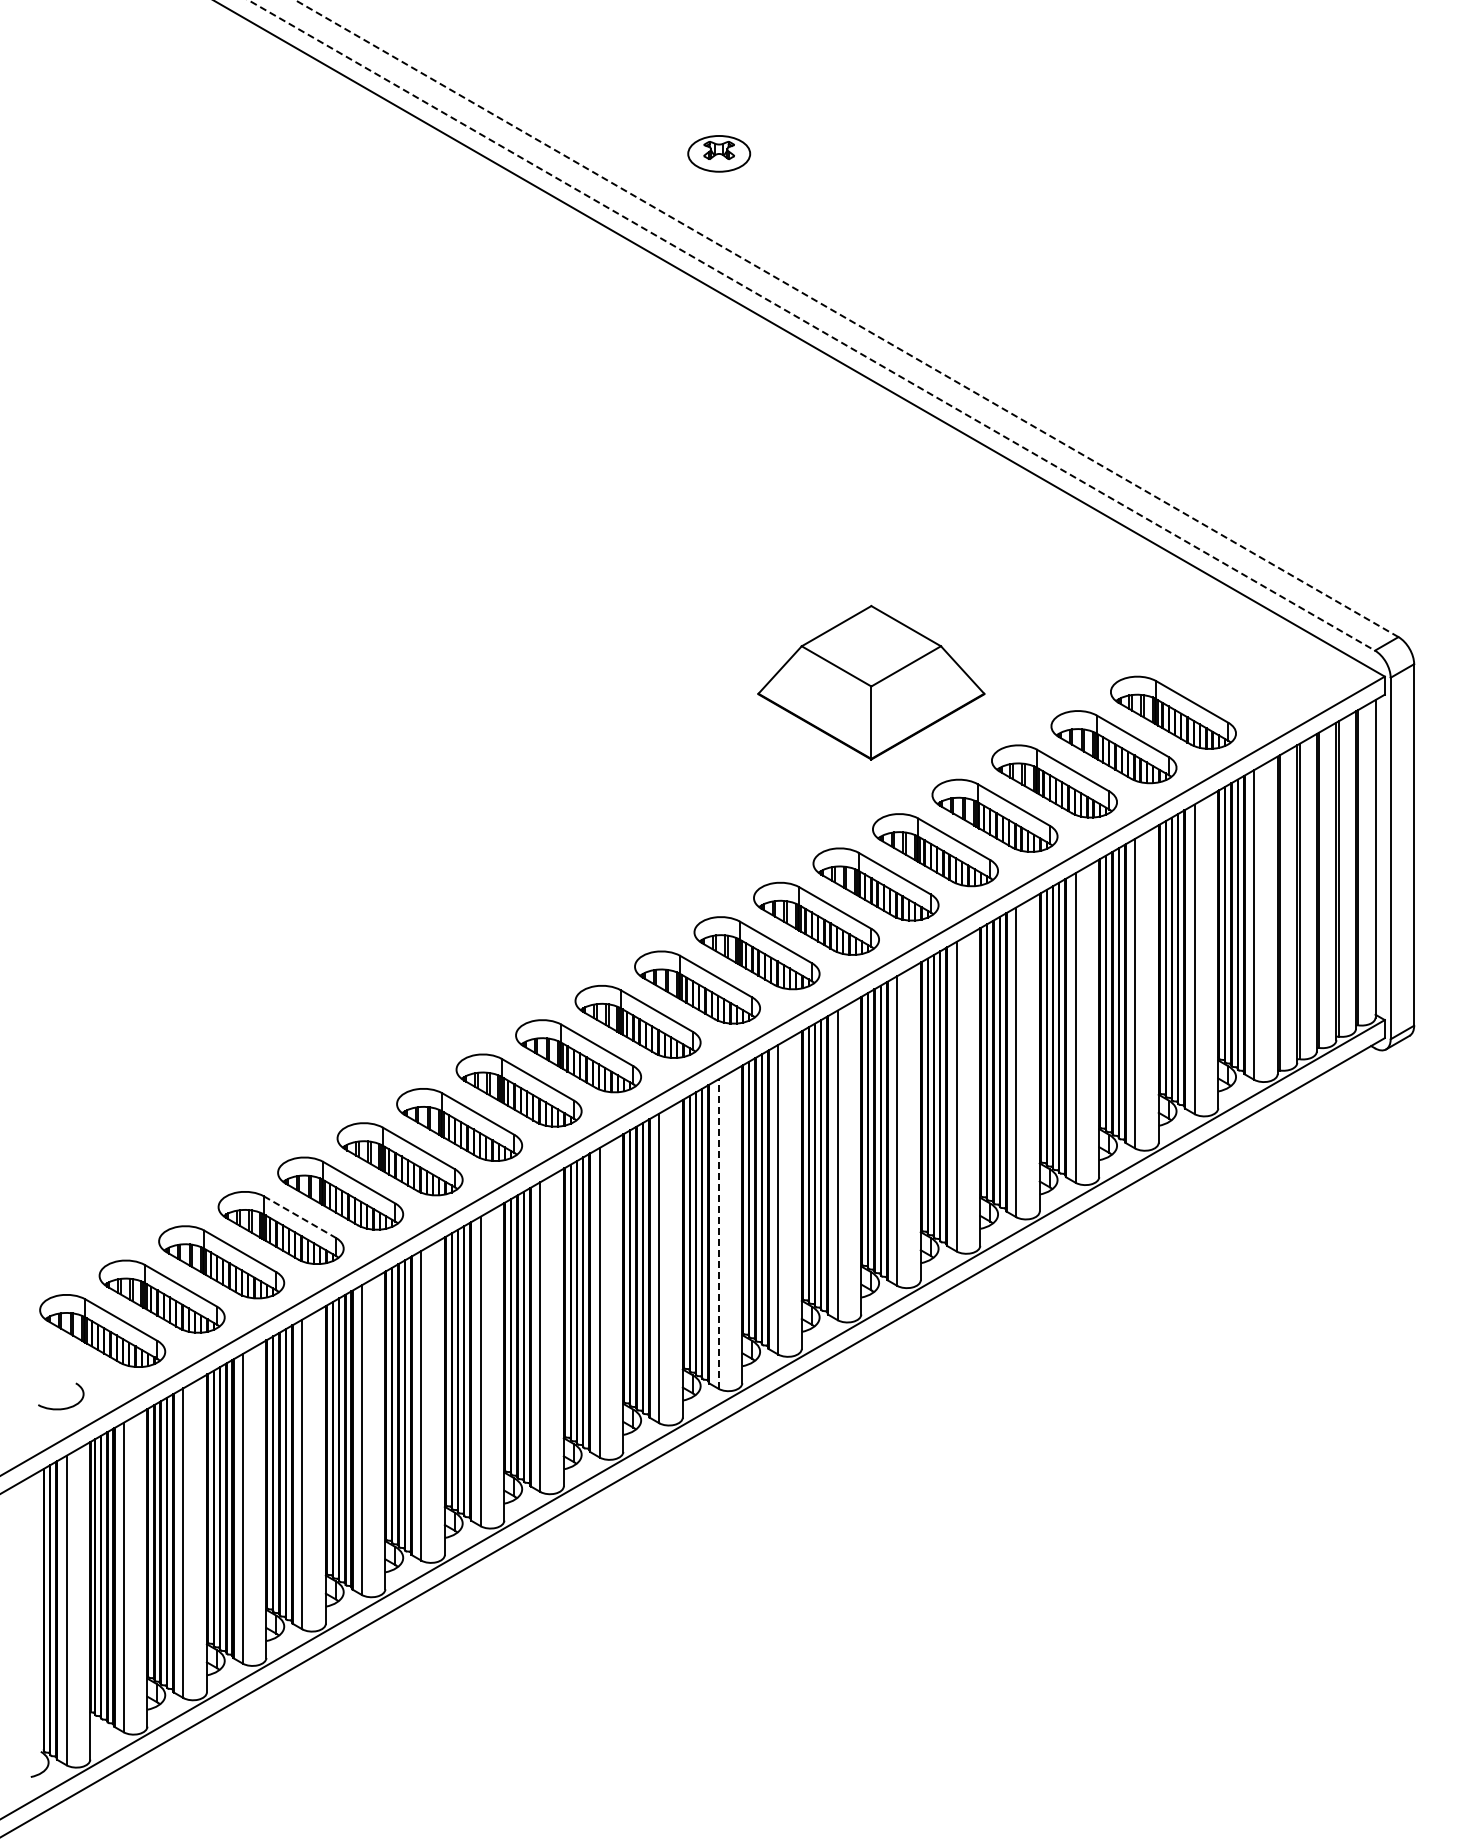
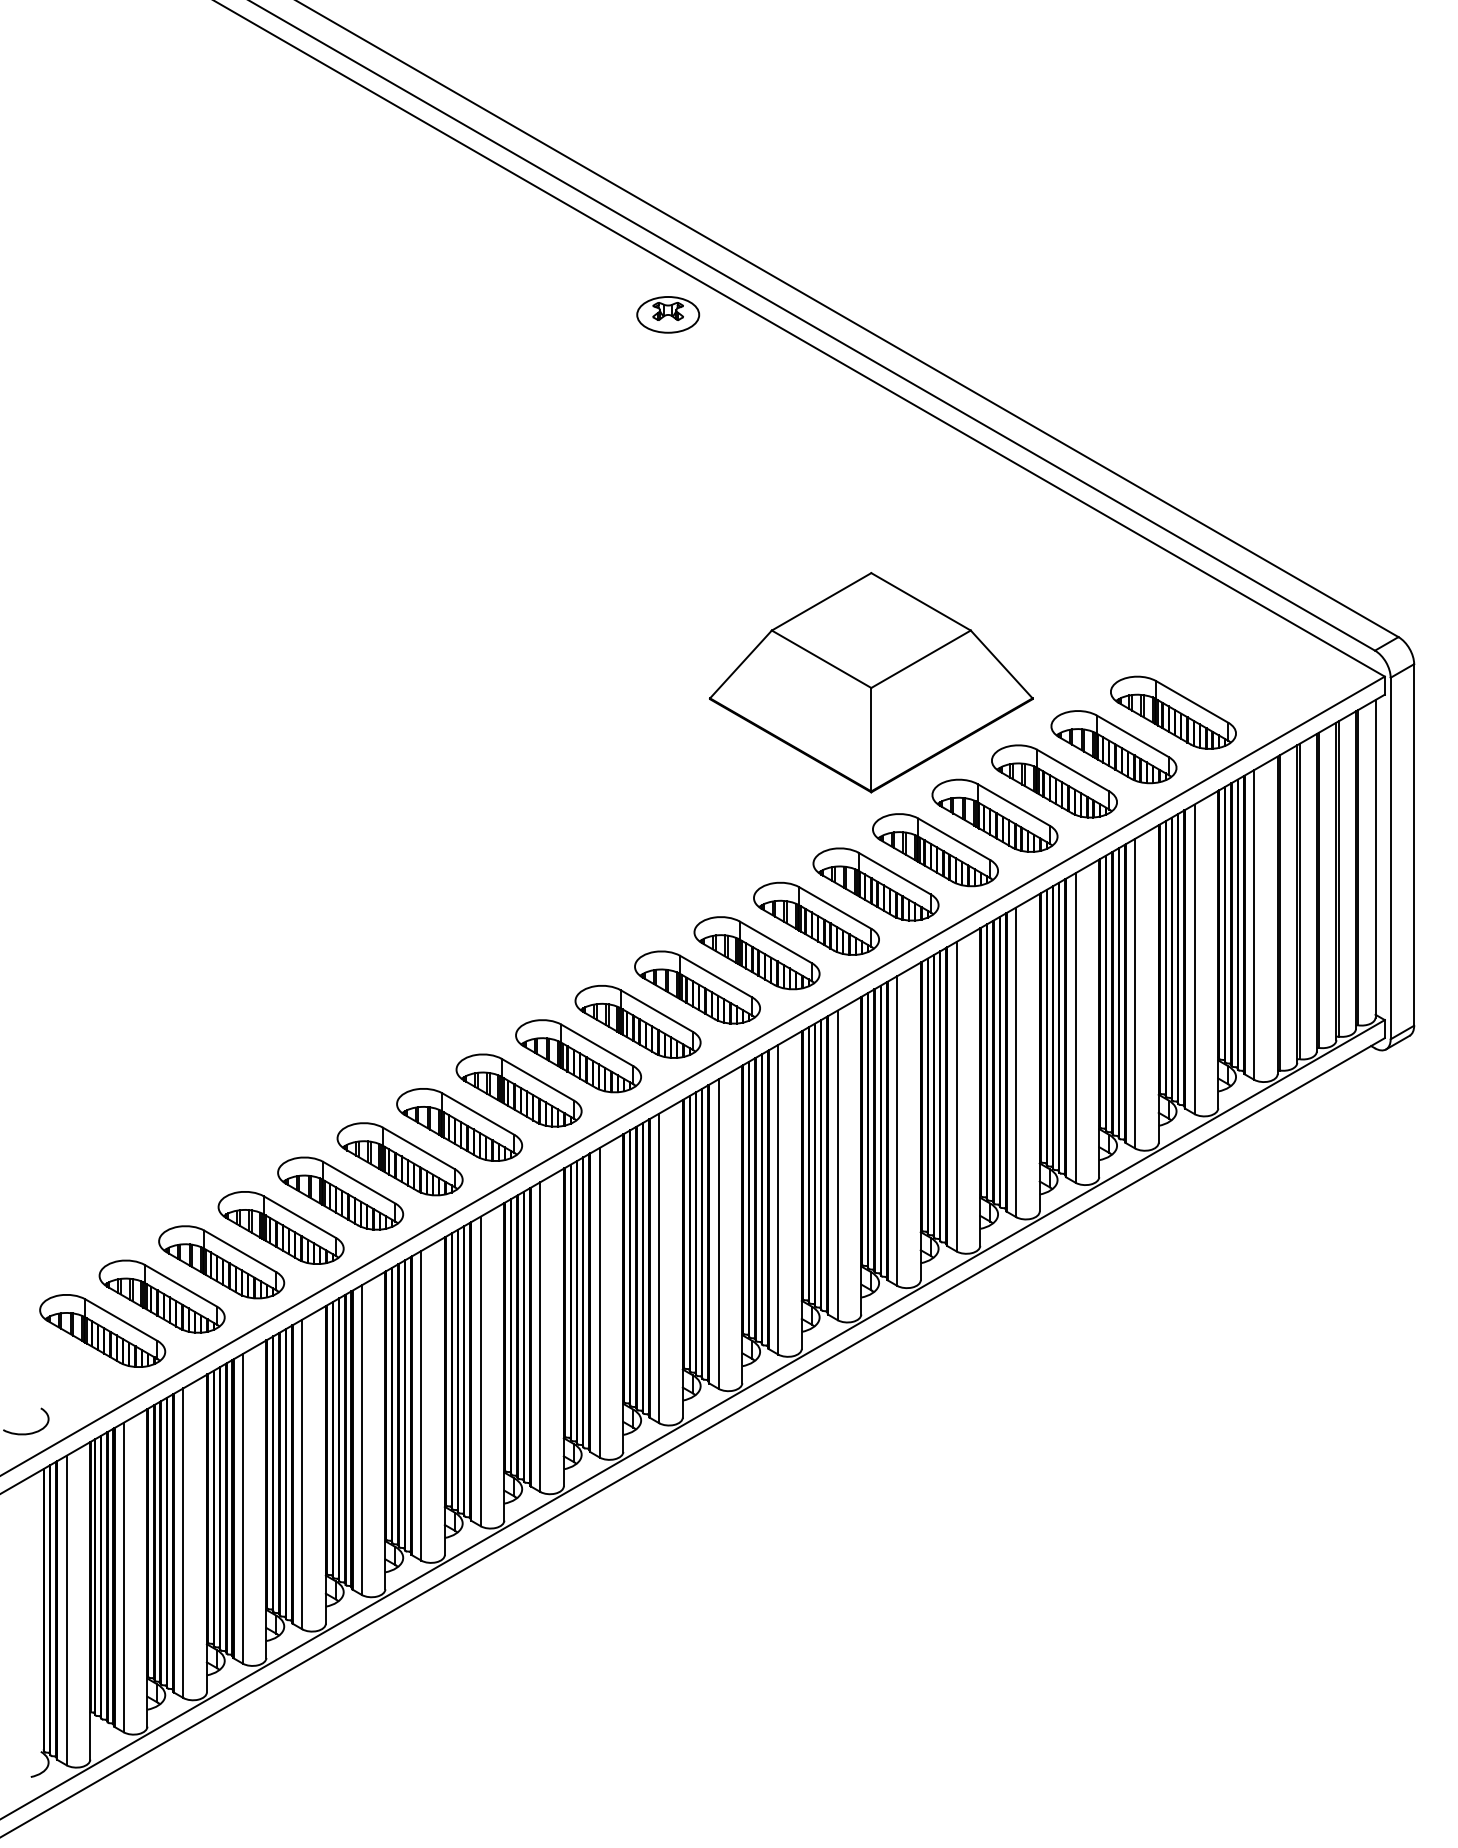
part at (719, 153) position: (719, 153) -> (668, 314)
line at (846, 318): dashed -> solid
line at (812, 325): dashed -> solid
part at (871, 682) size: 229x156 px -> 325x222 px
line at (299, 1217): dashed -> solid
line at (718, 1234): dashed -> solid
curve at (64, 1407) position: (64, 1407) -> (29, 1432)
